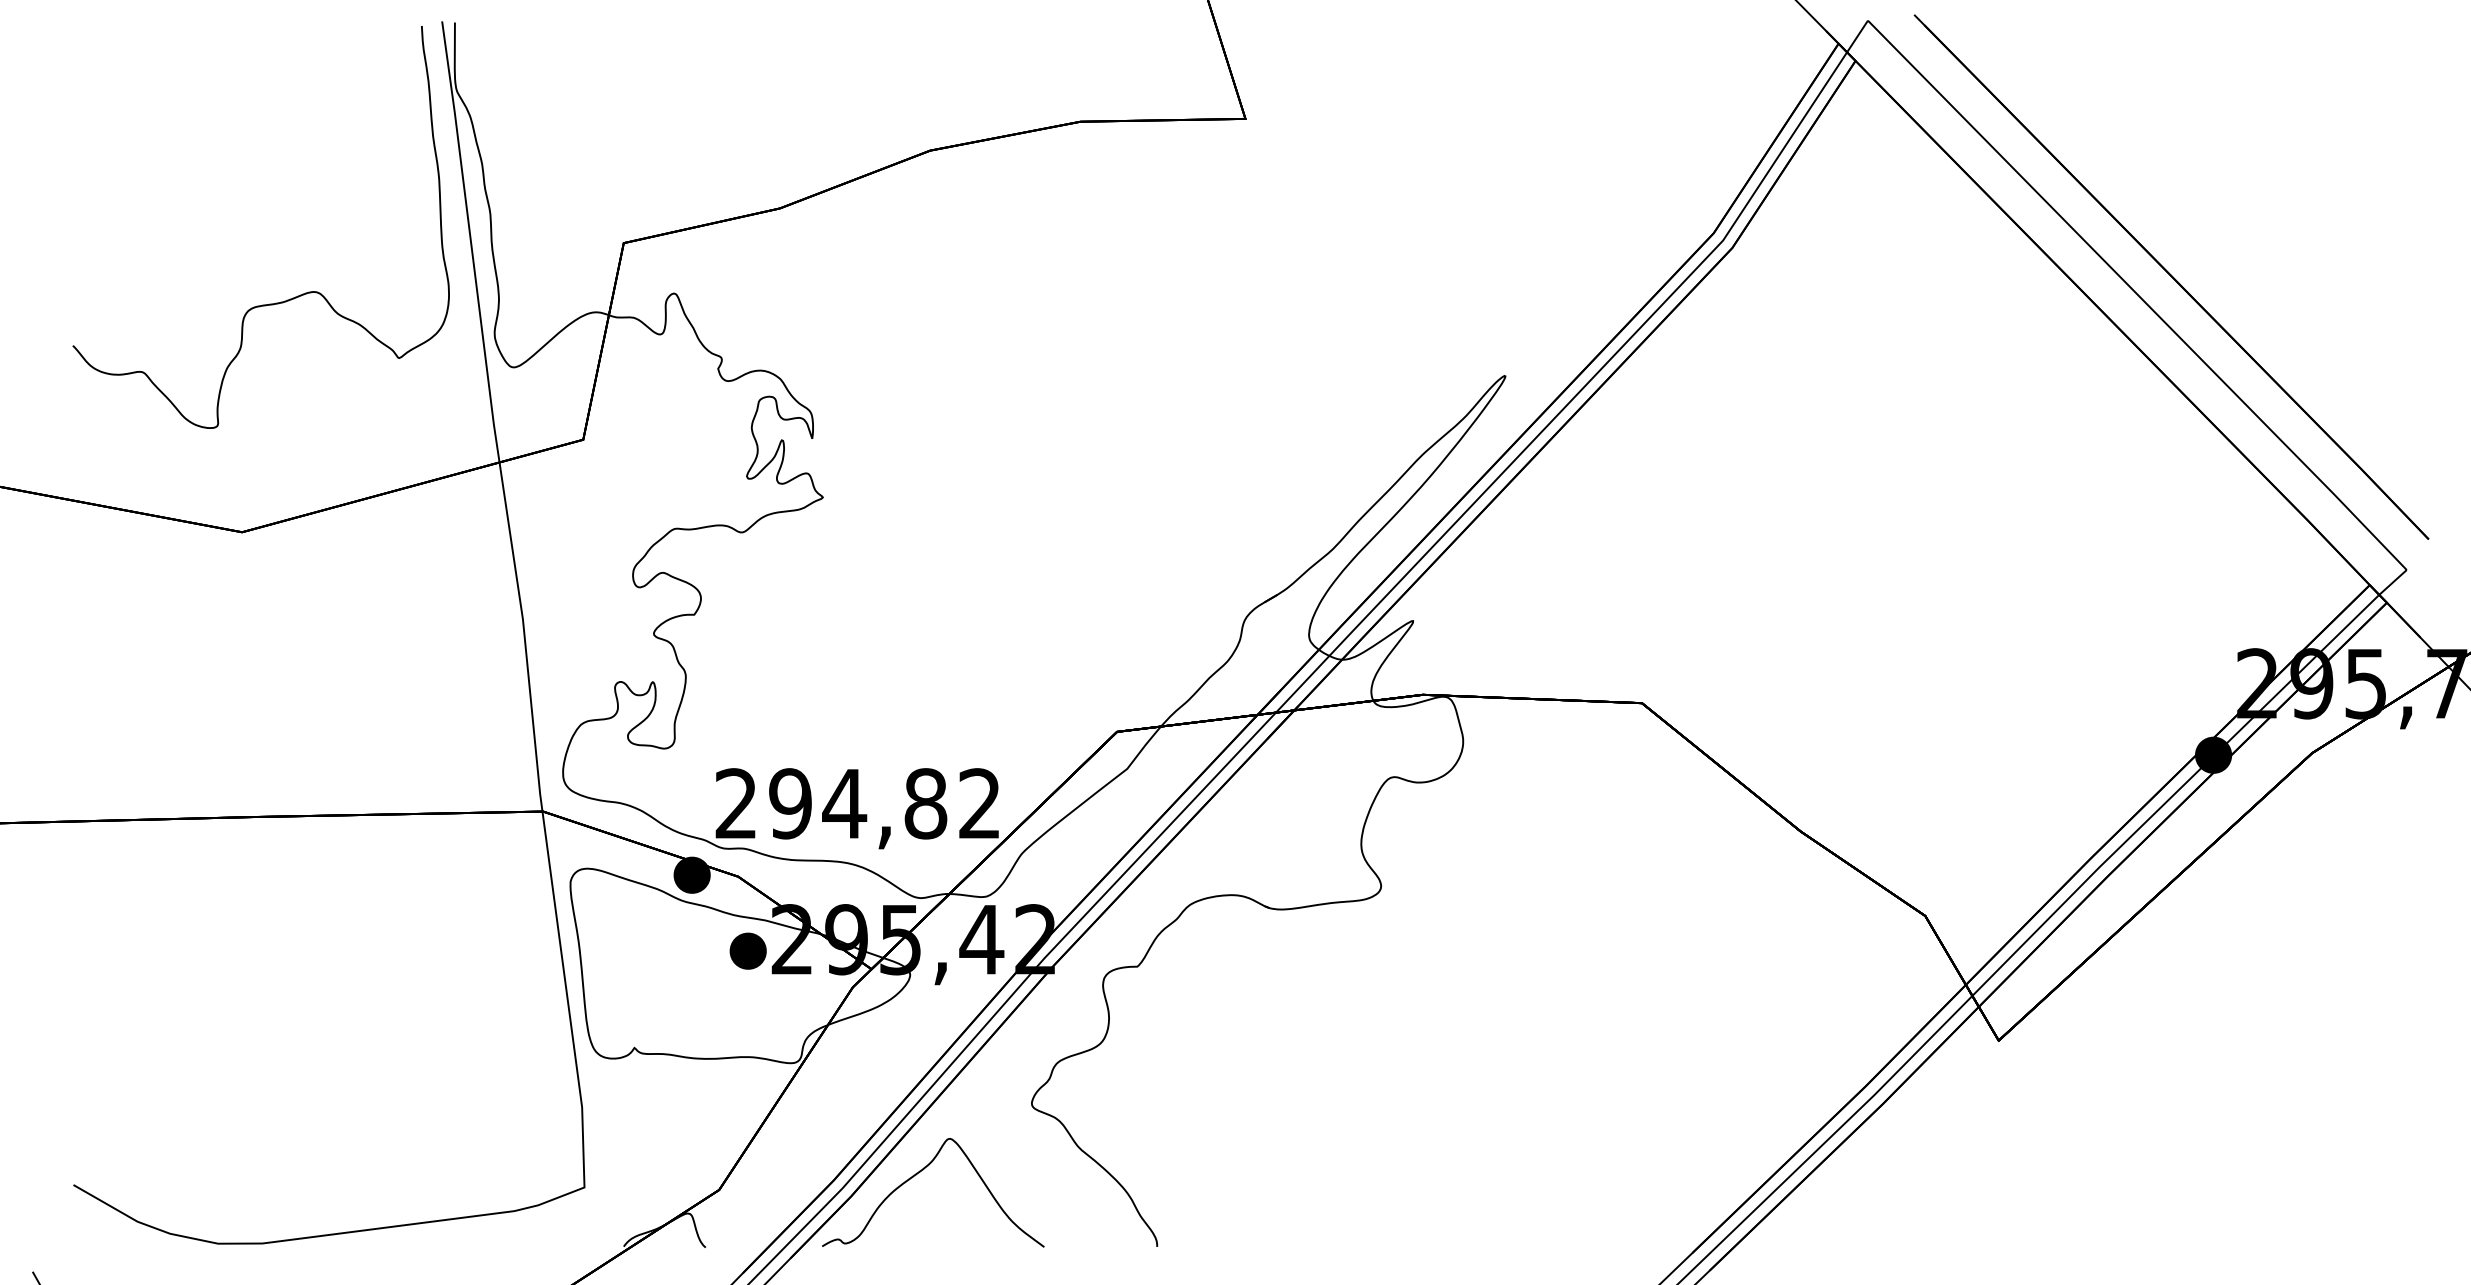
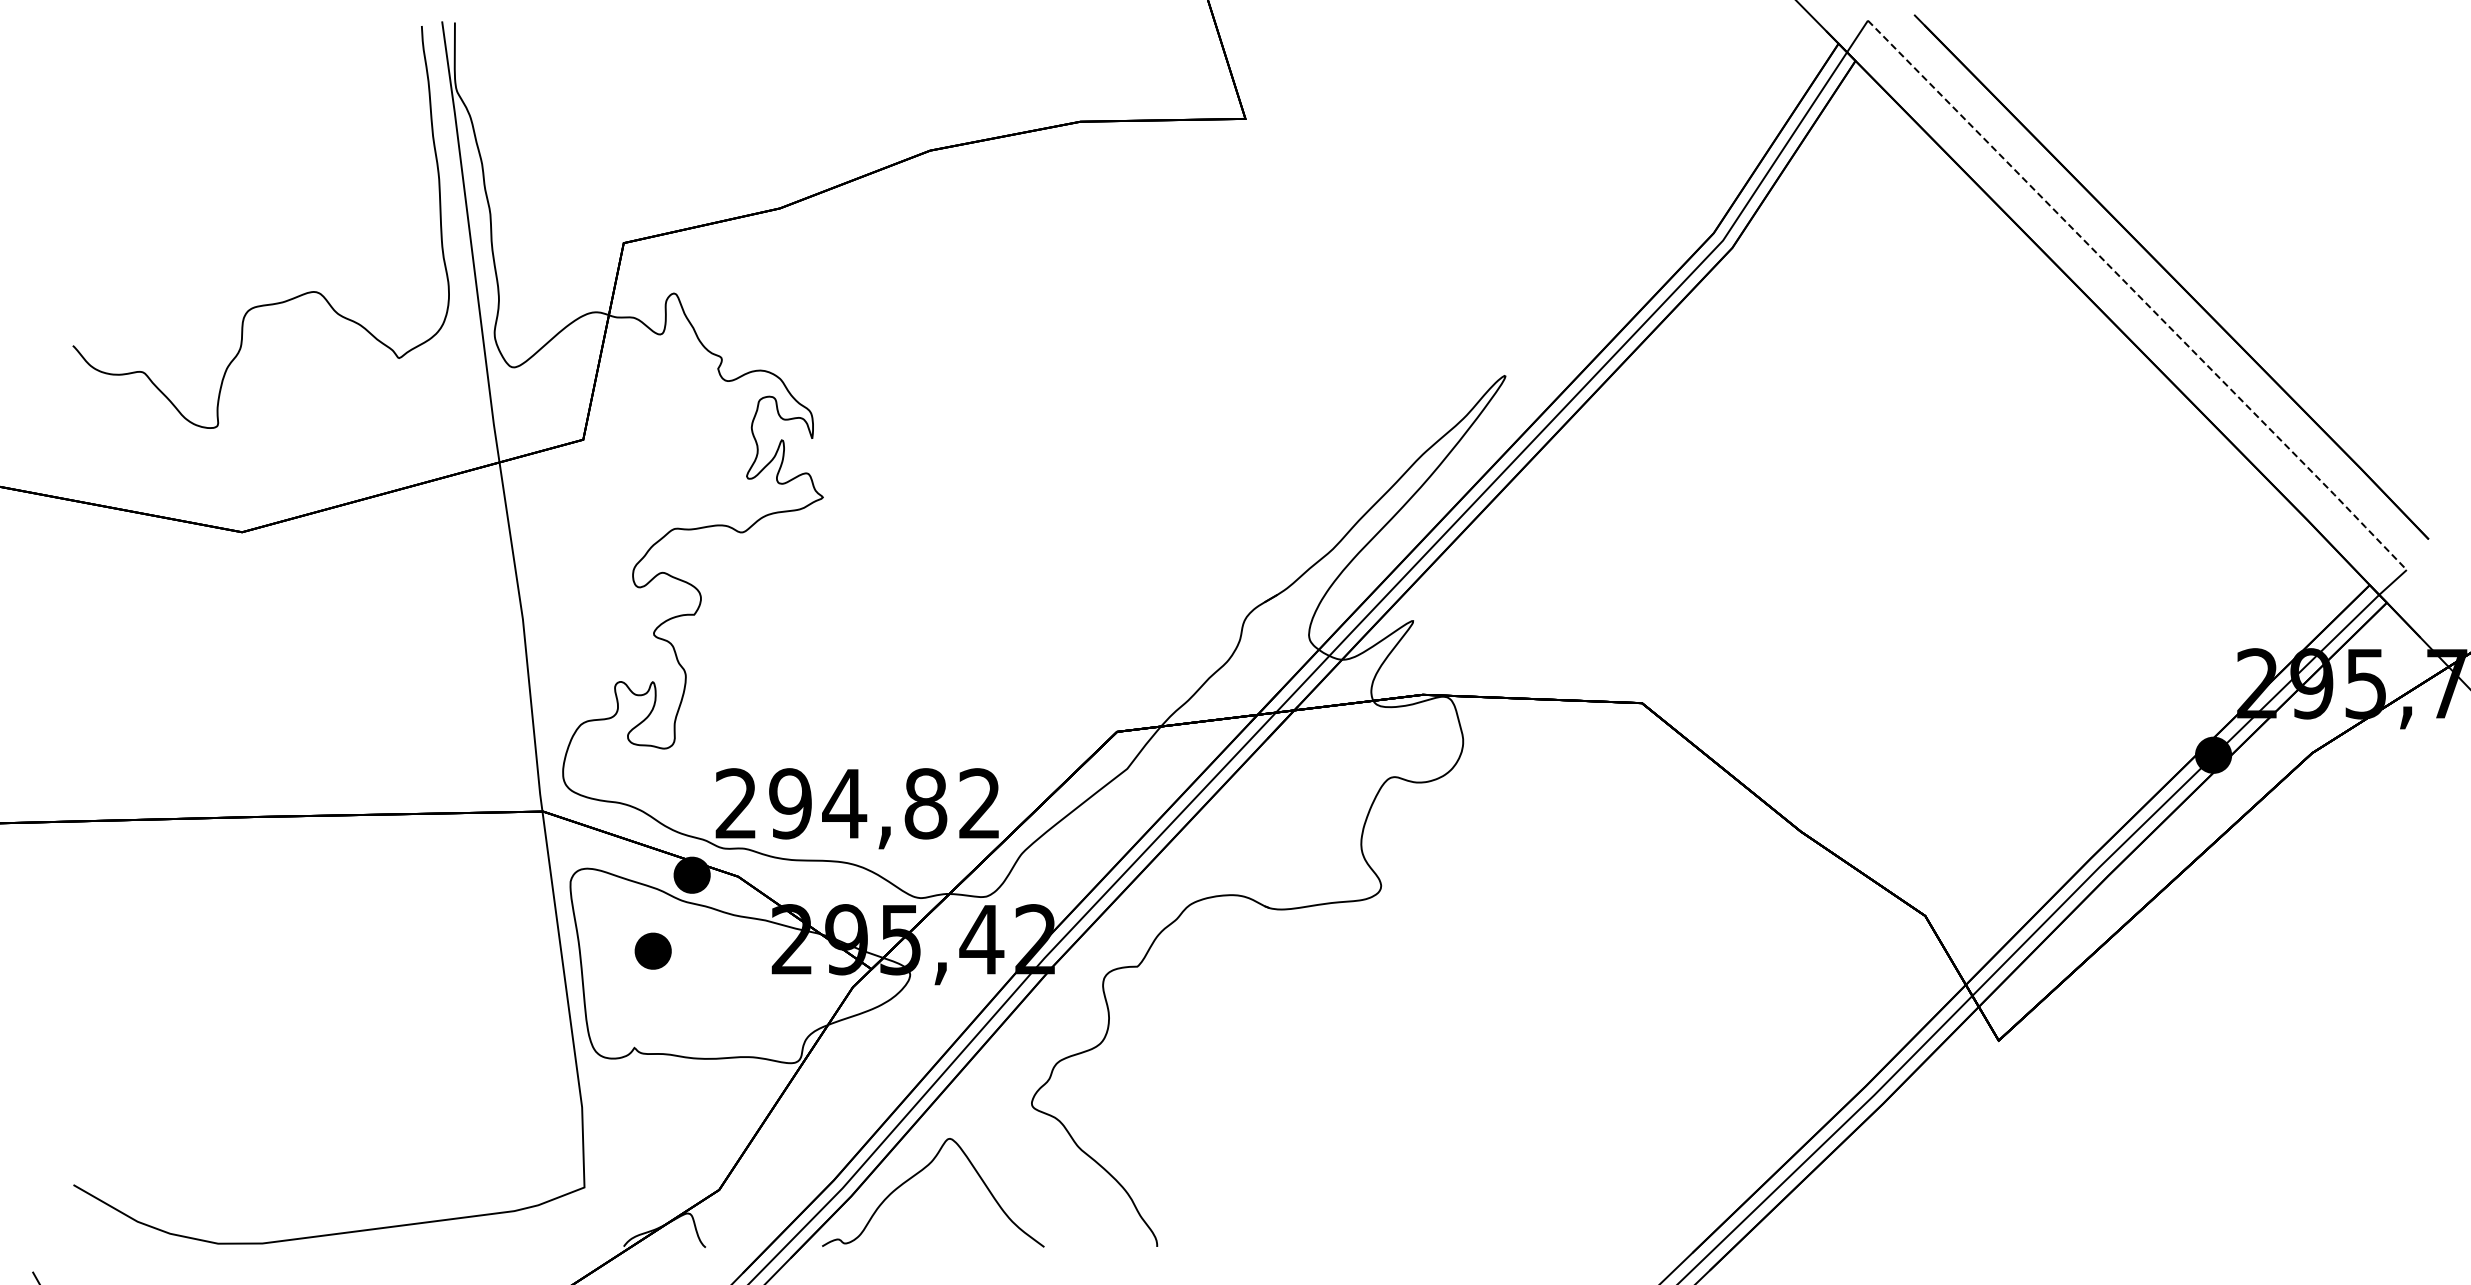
line at (2138, 295): solid -> dashed
part at (747, 950) position: (747, 950) -> (652, 950)
